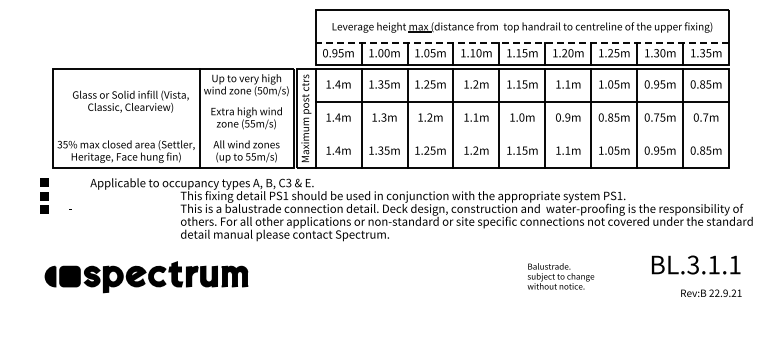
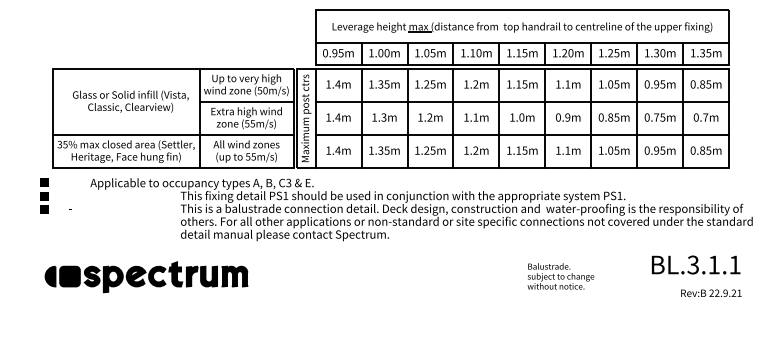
line at (522, 43): dashed -> solid
line at (246, 102): none -> present
line at (172, 135): none -> present
line at (522, 135): none -> present
